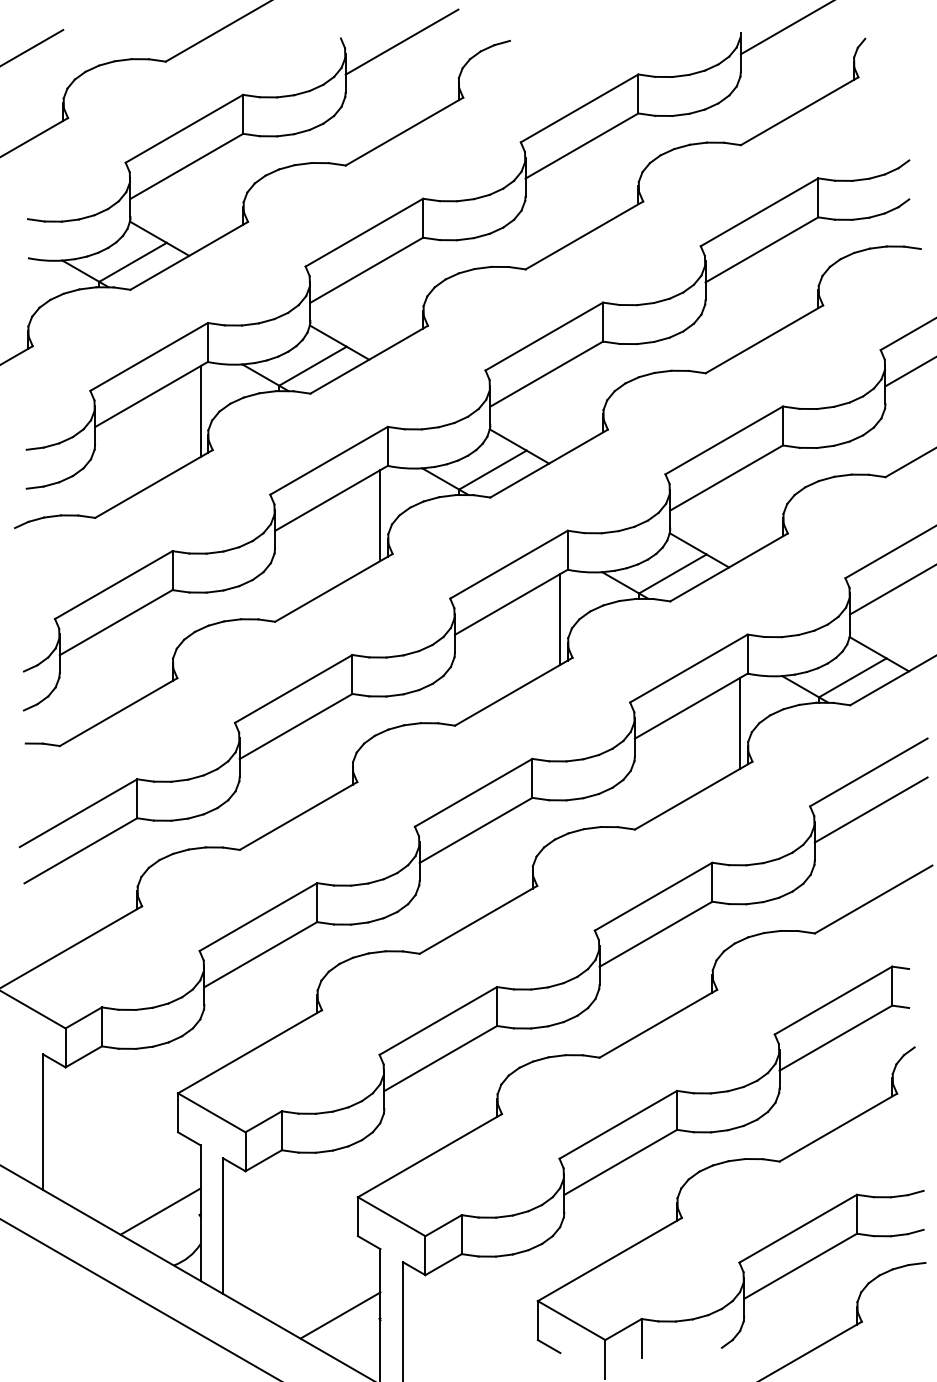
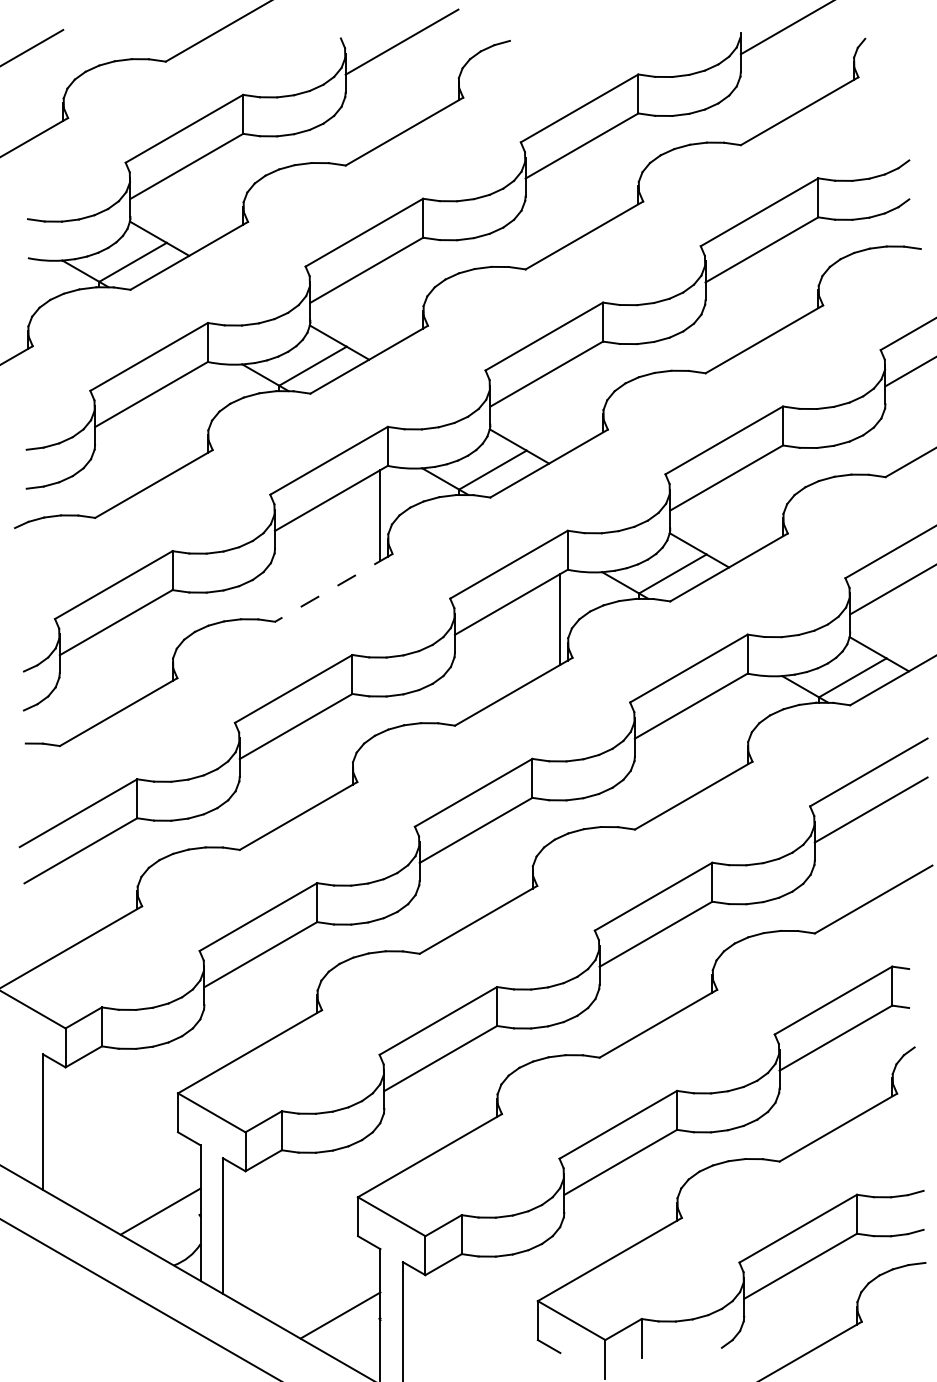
line at (200, 411): present -> none
line at (333, 587): solid -> dashed
line at (740, 722): present -> none
